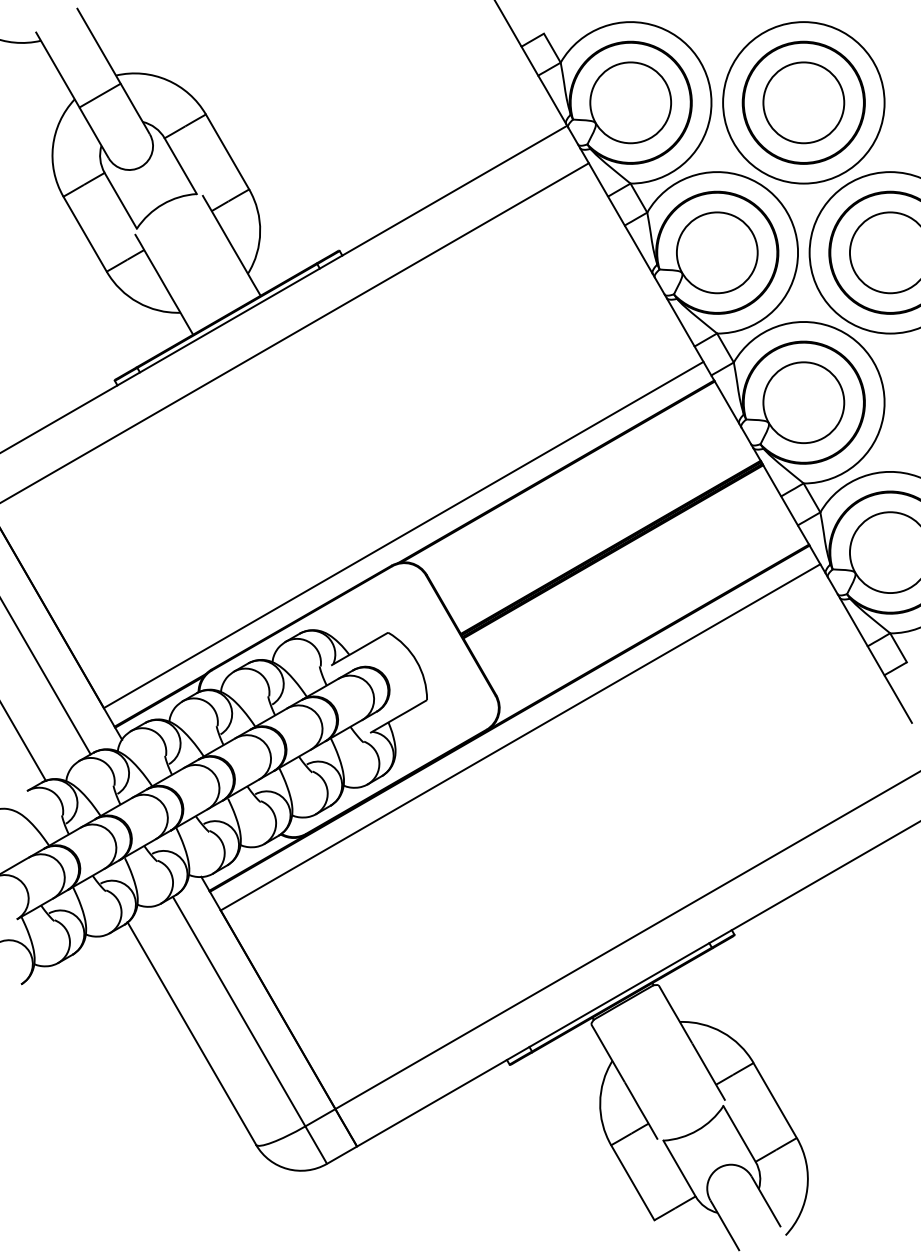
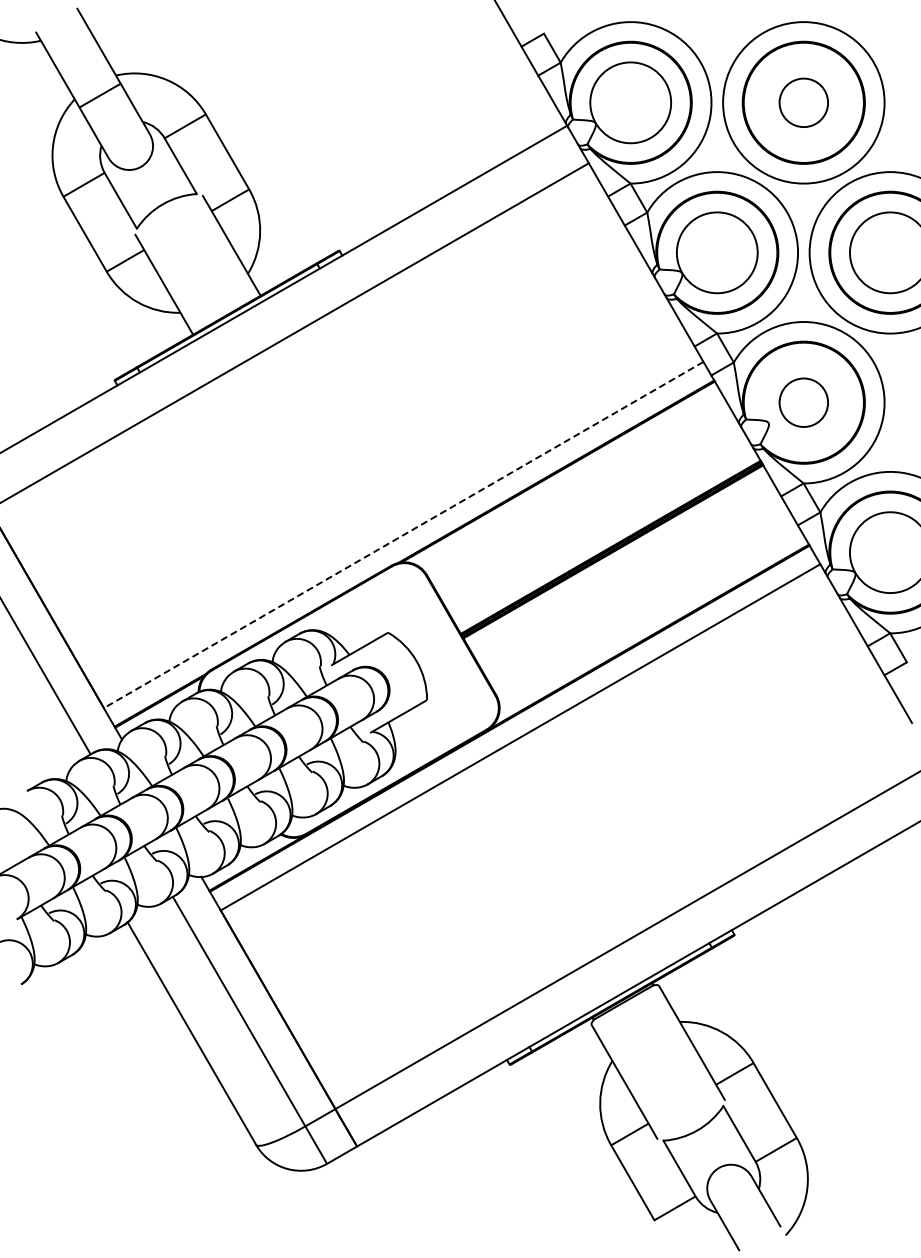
circle at (803, 102) diameter: 81 px -> 49 px
circle at (803, 402) diameter: 81 px -> 49 px
line at (403, 535): solid -> dashed
line at (24, 742): present -> none
